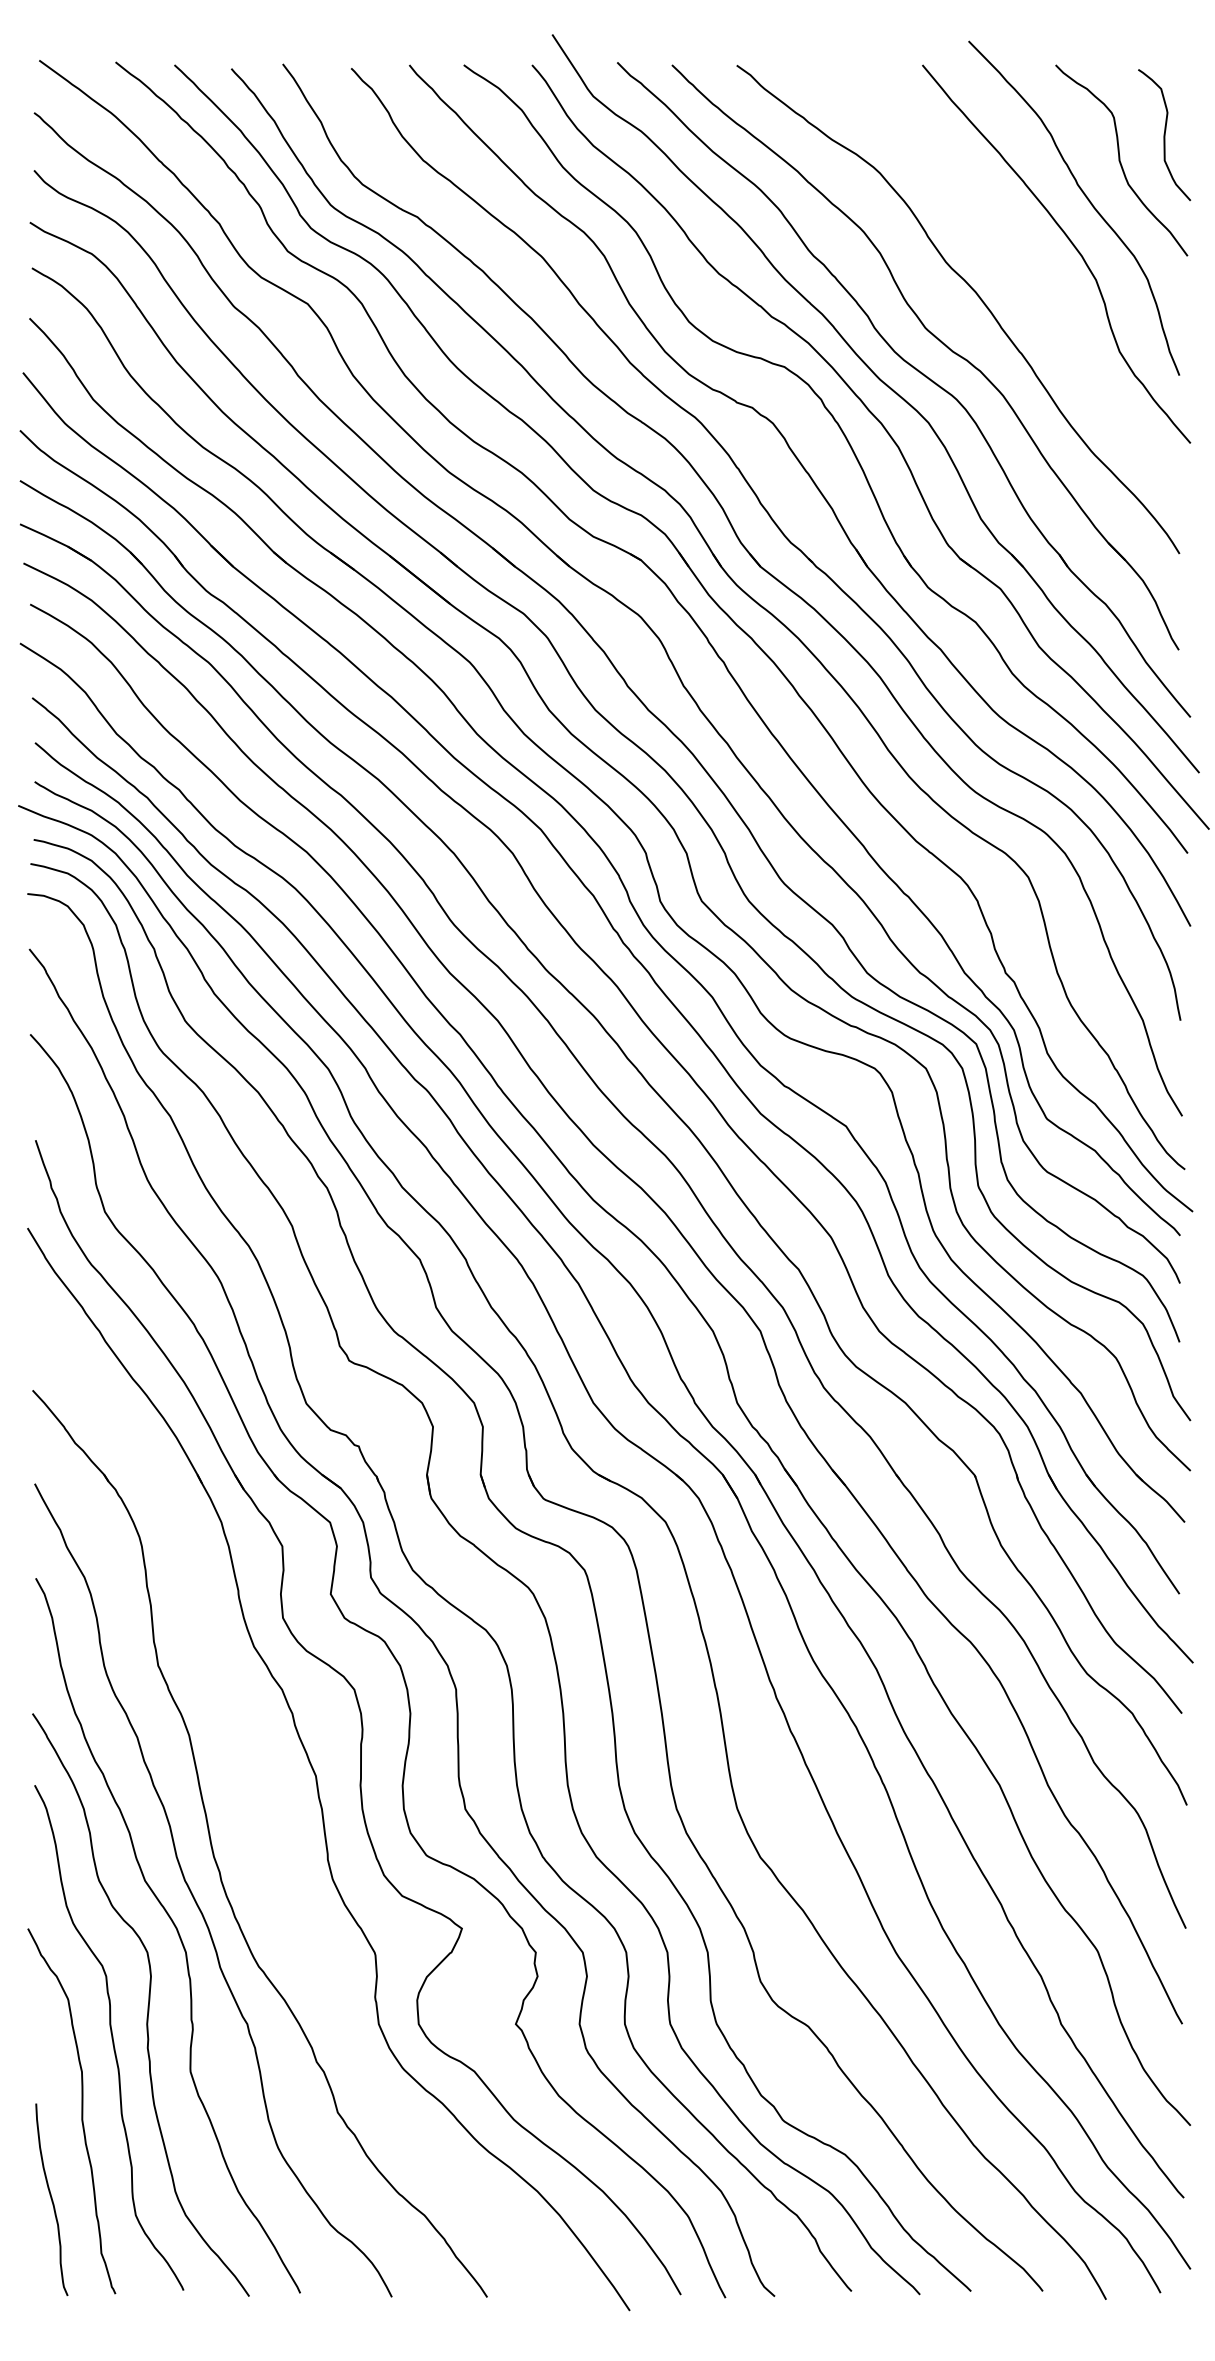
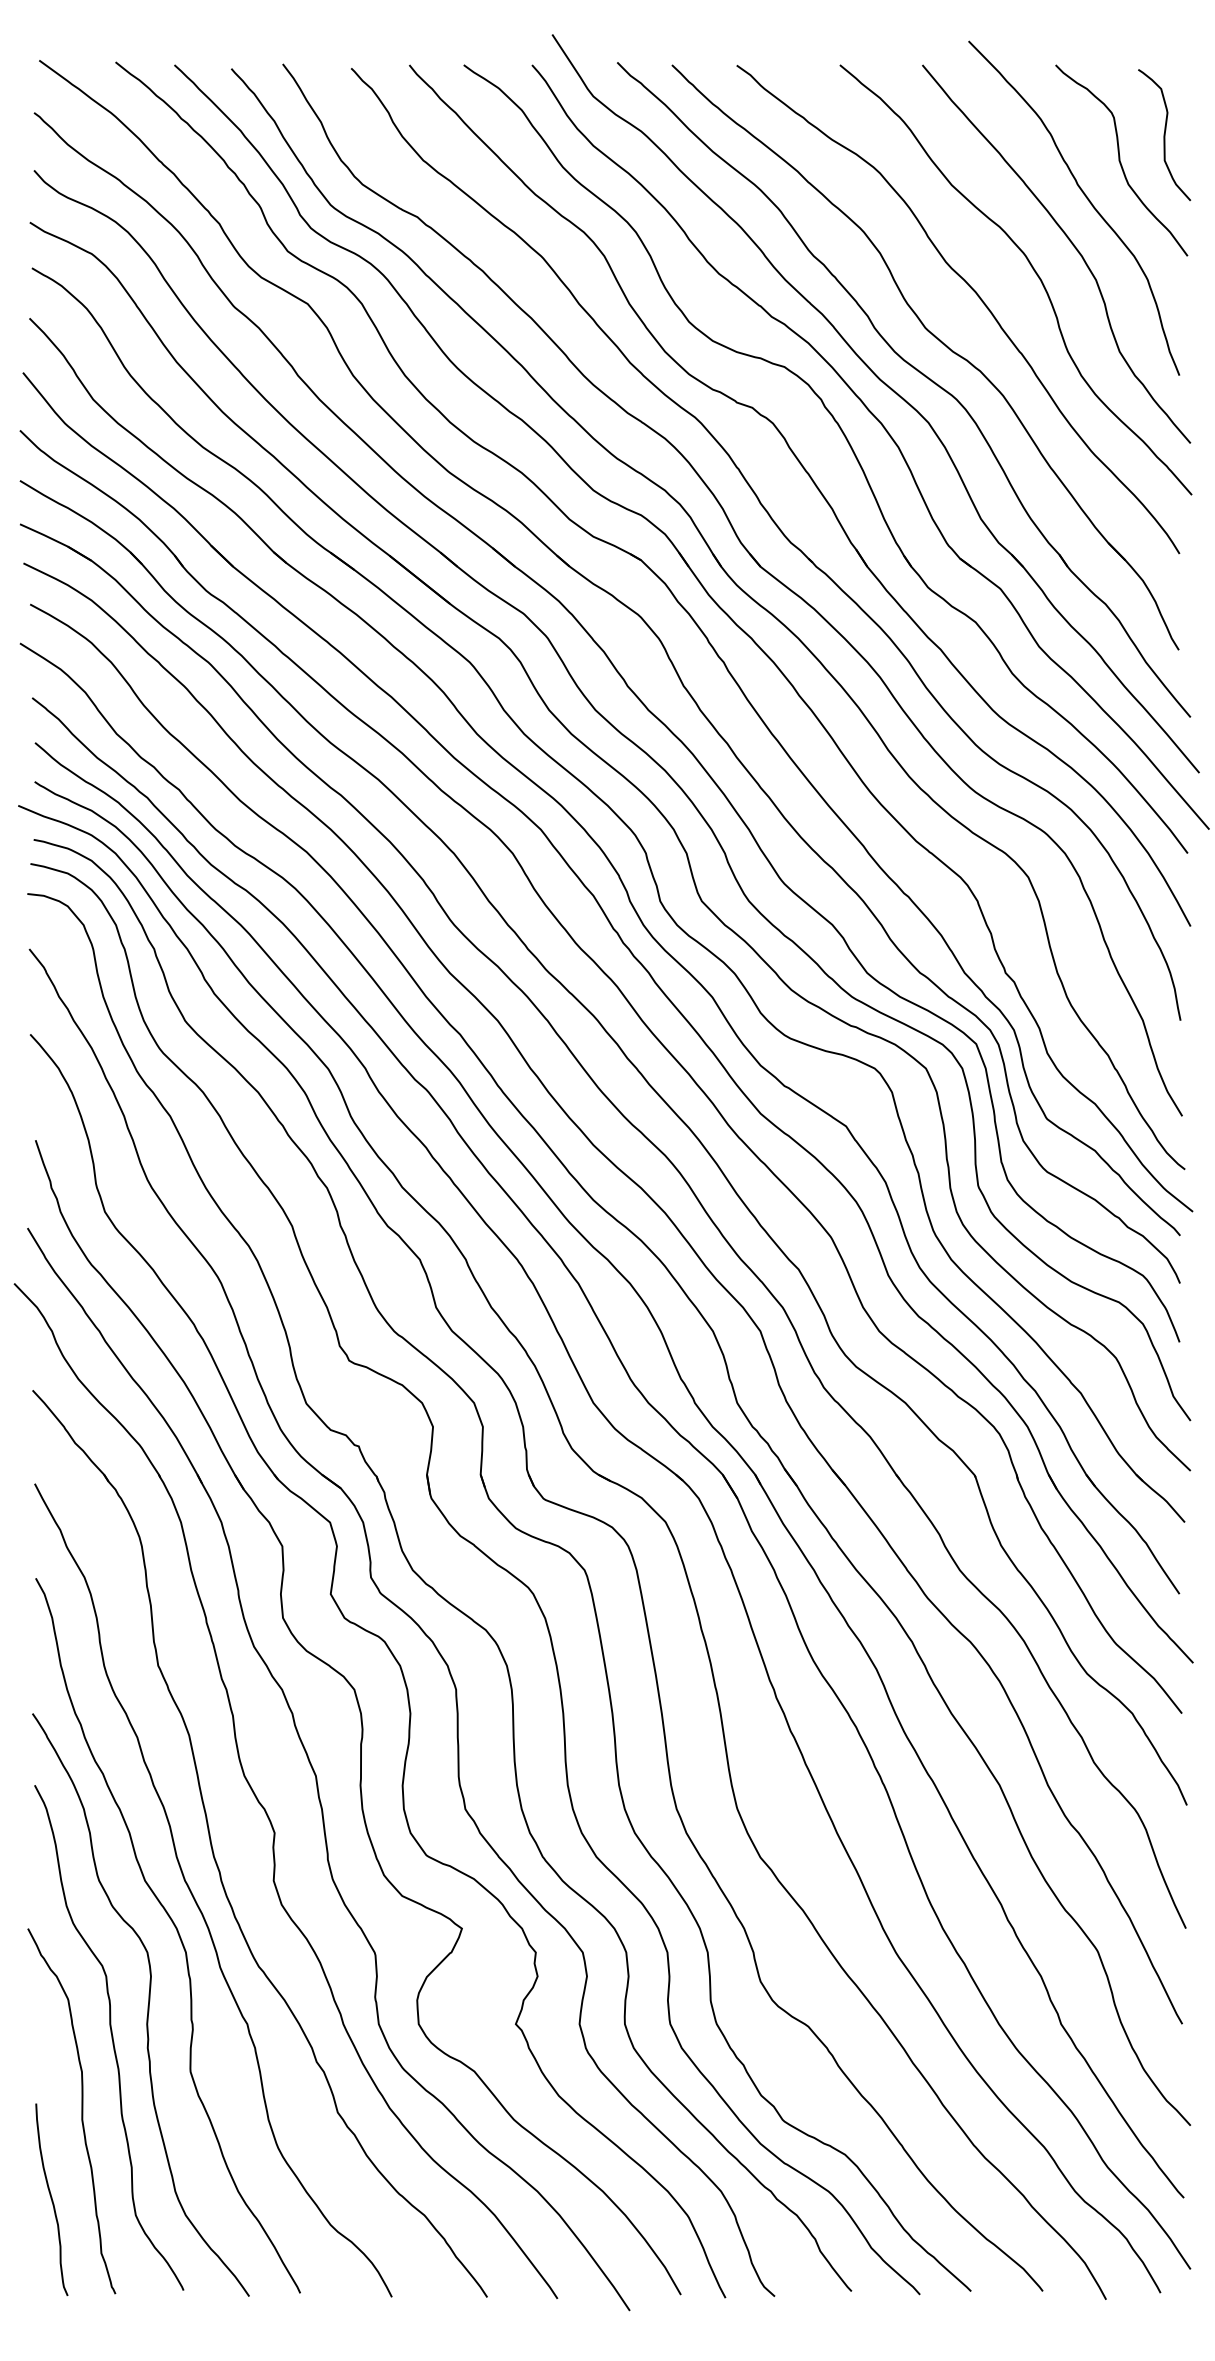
curve at (1032, 269): none -> present
part at (265, 1808): none -> present
